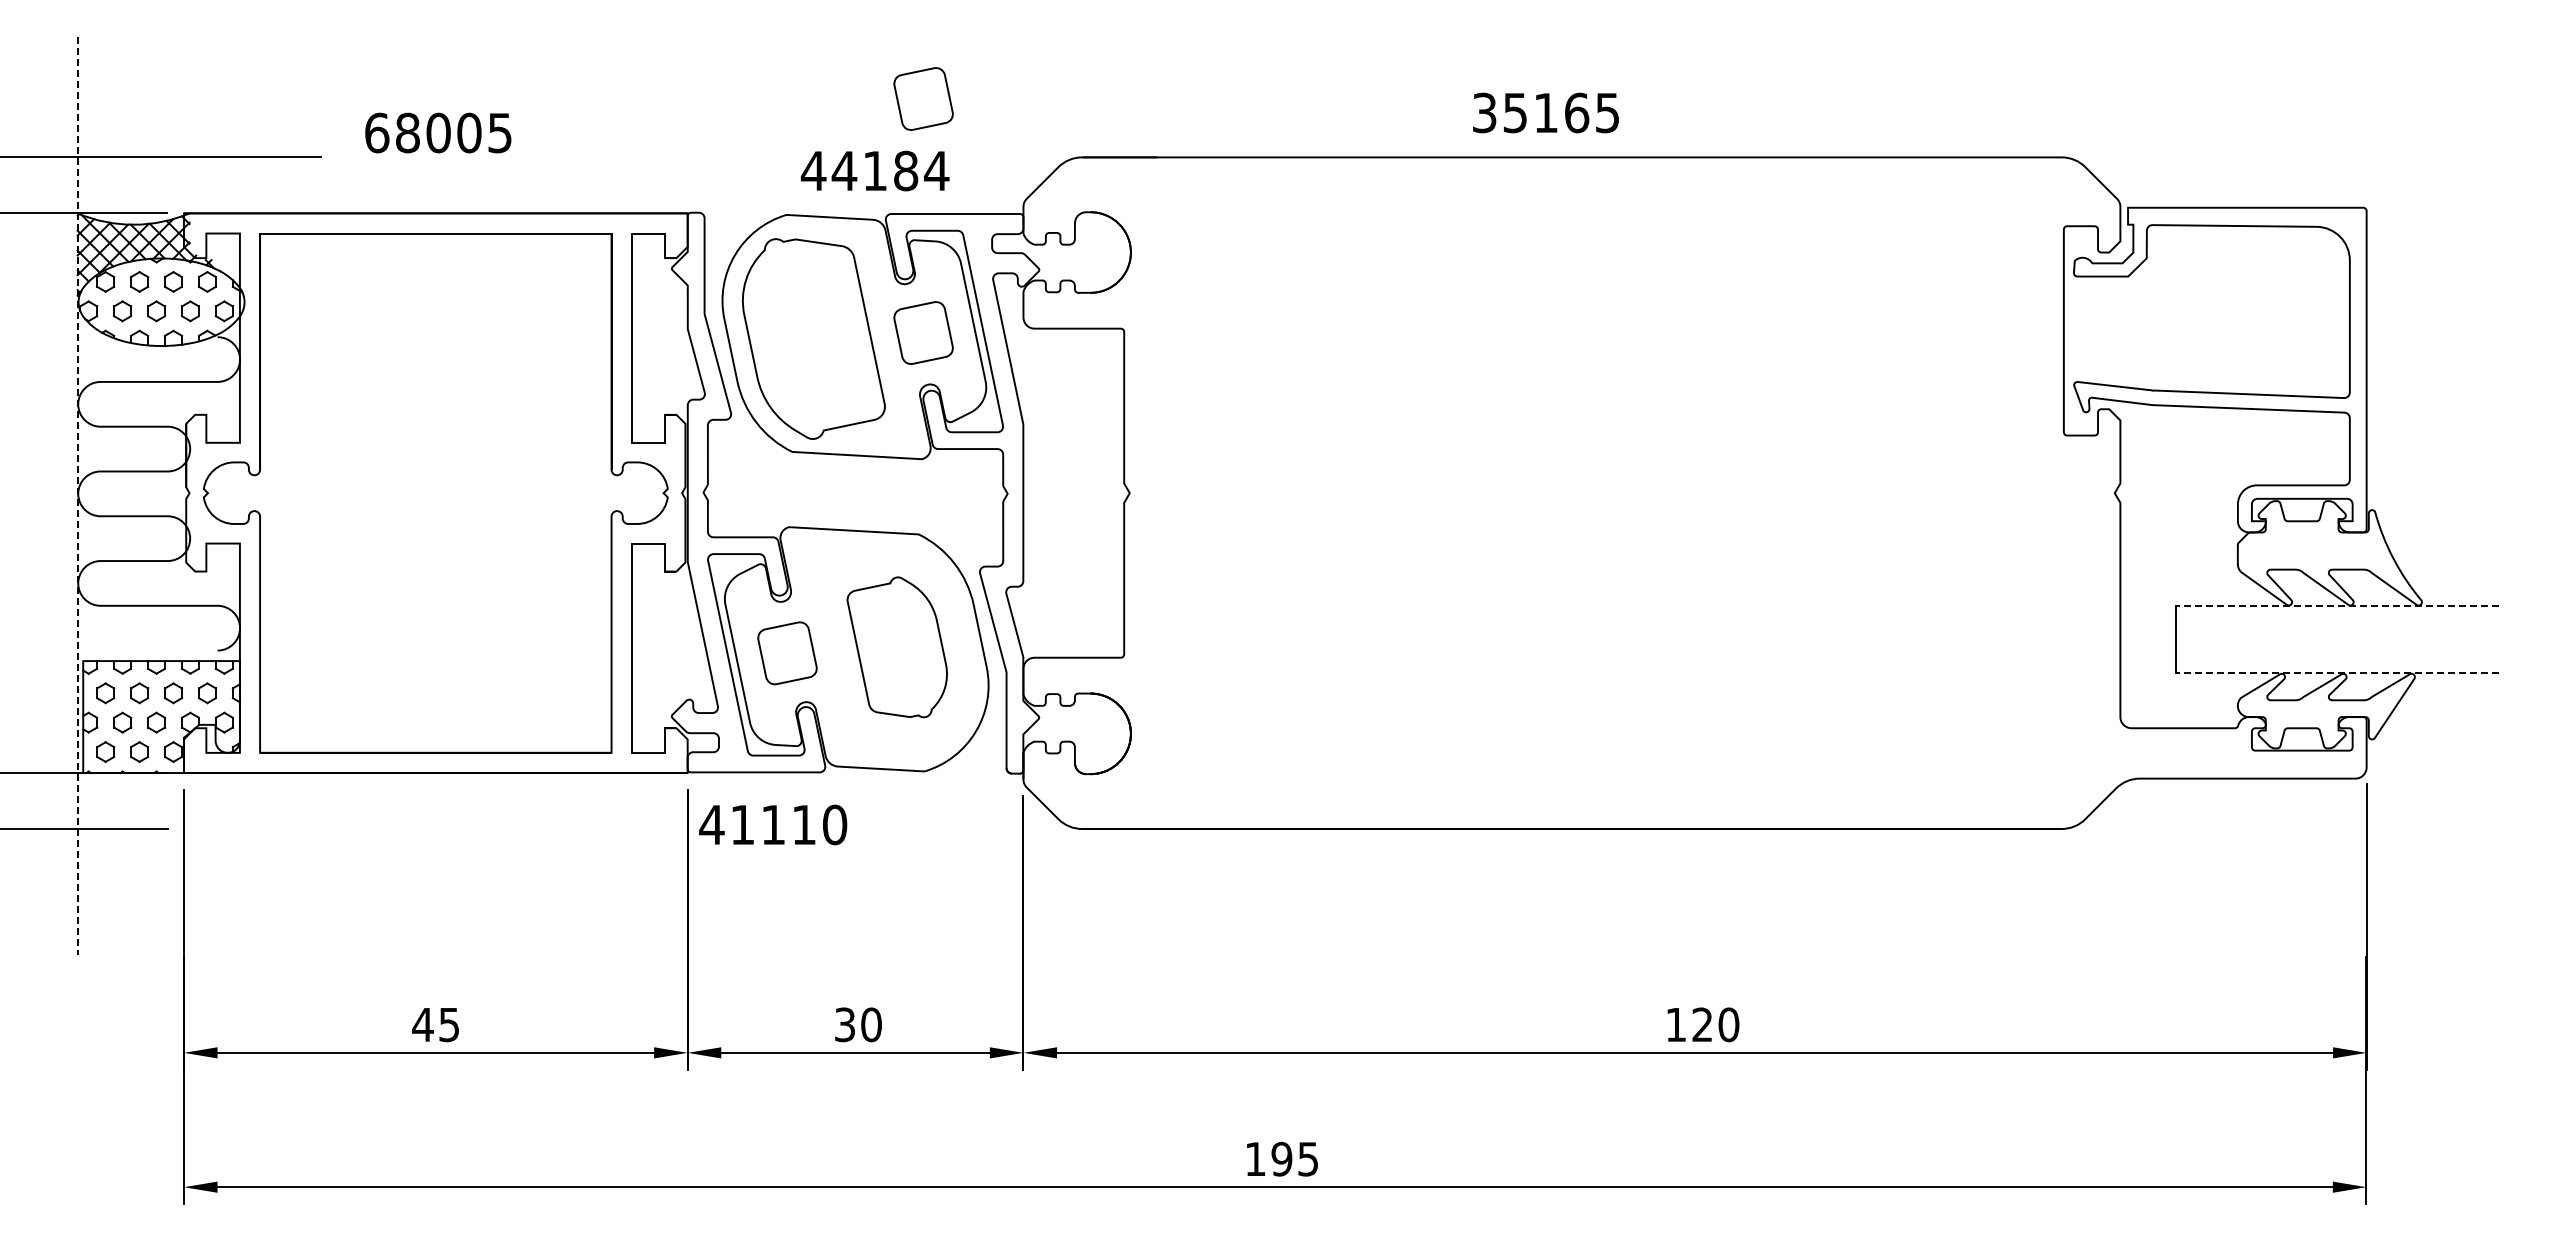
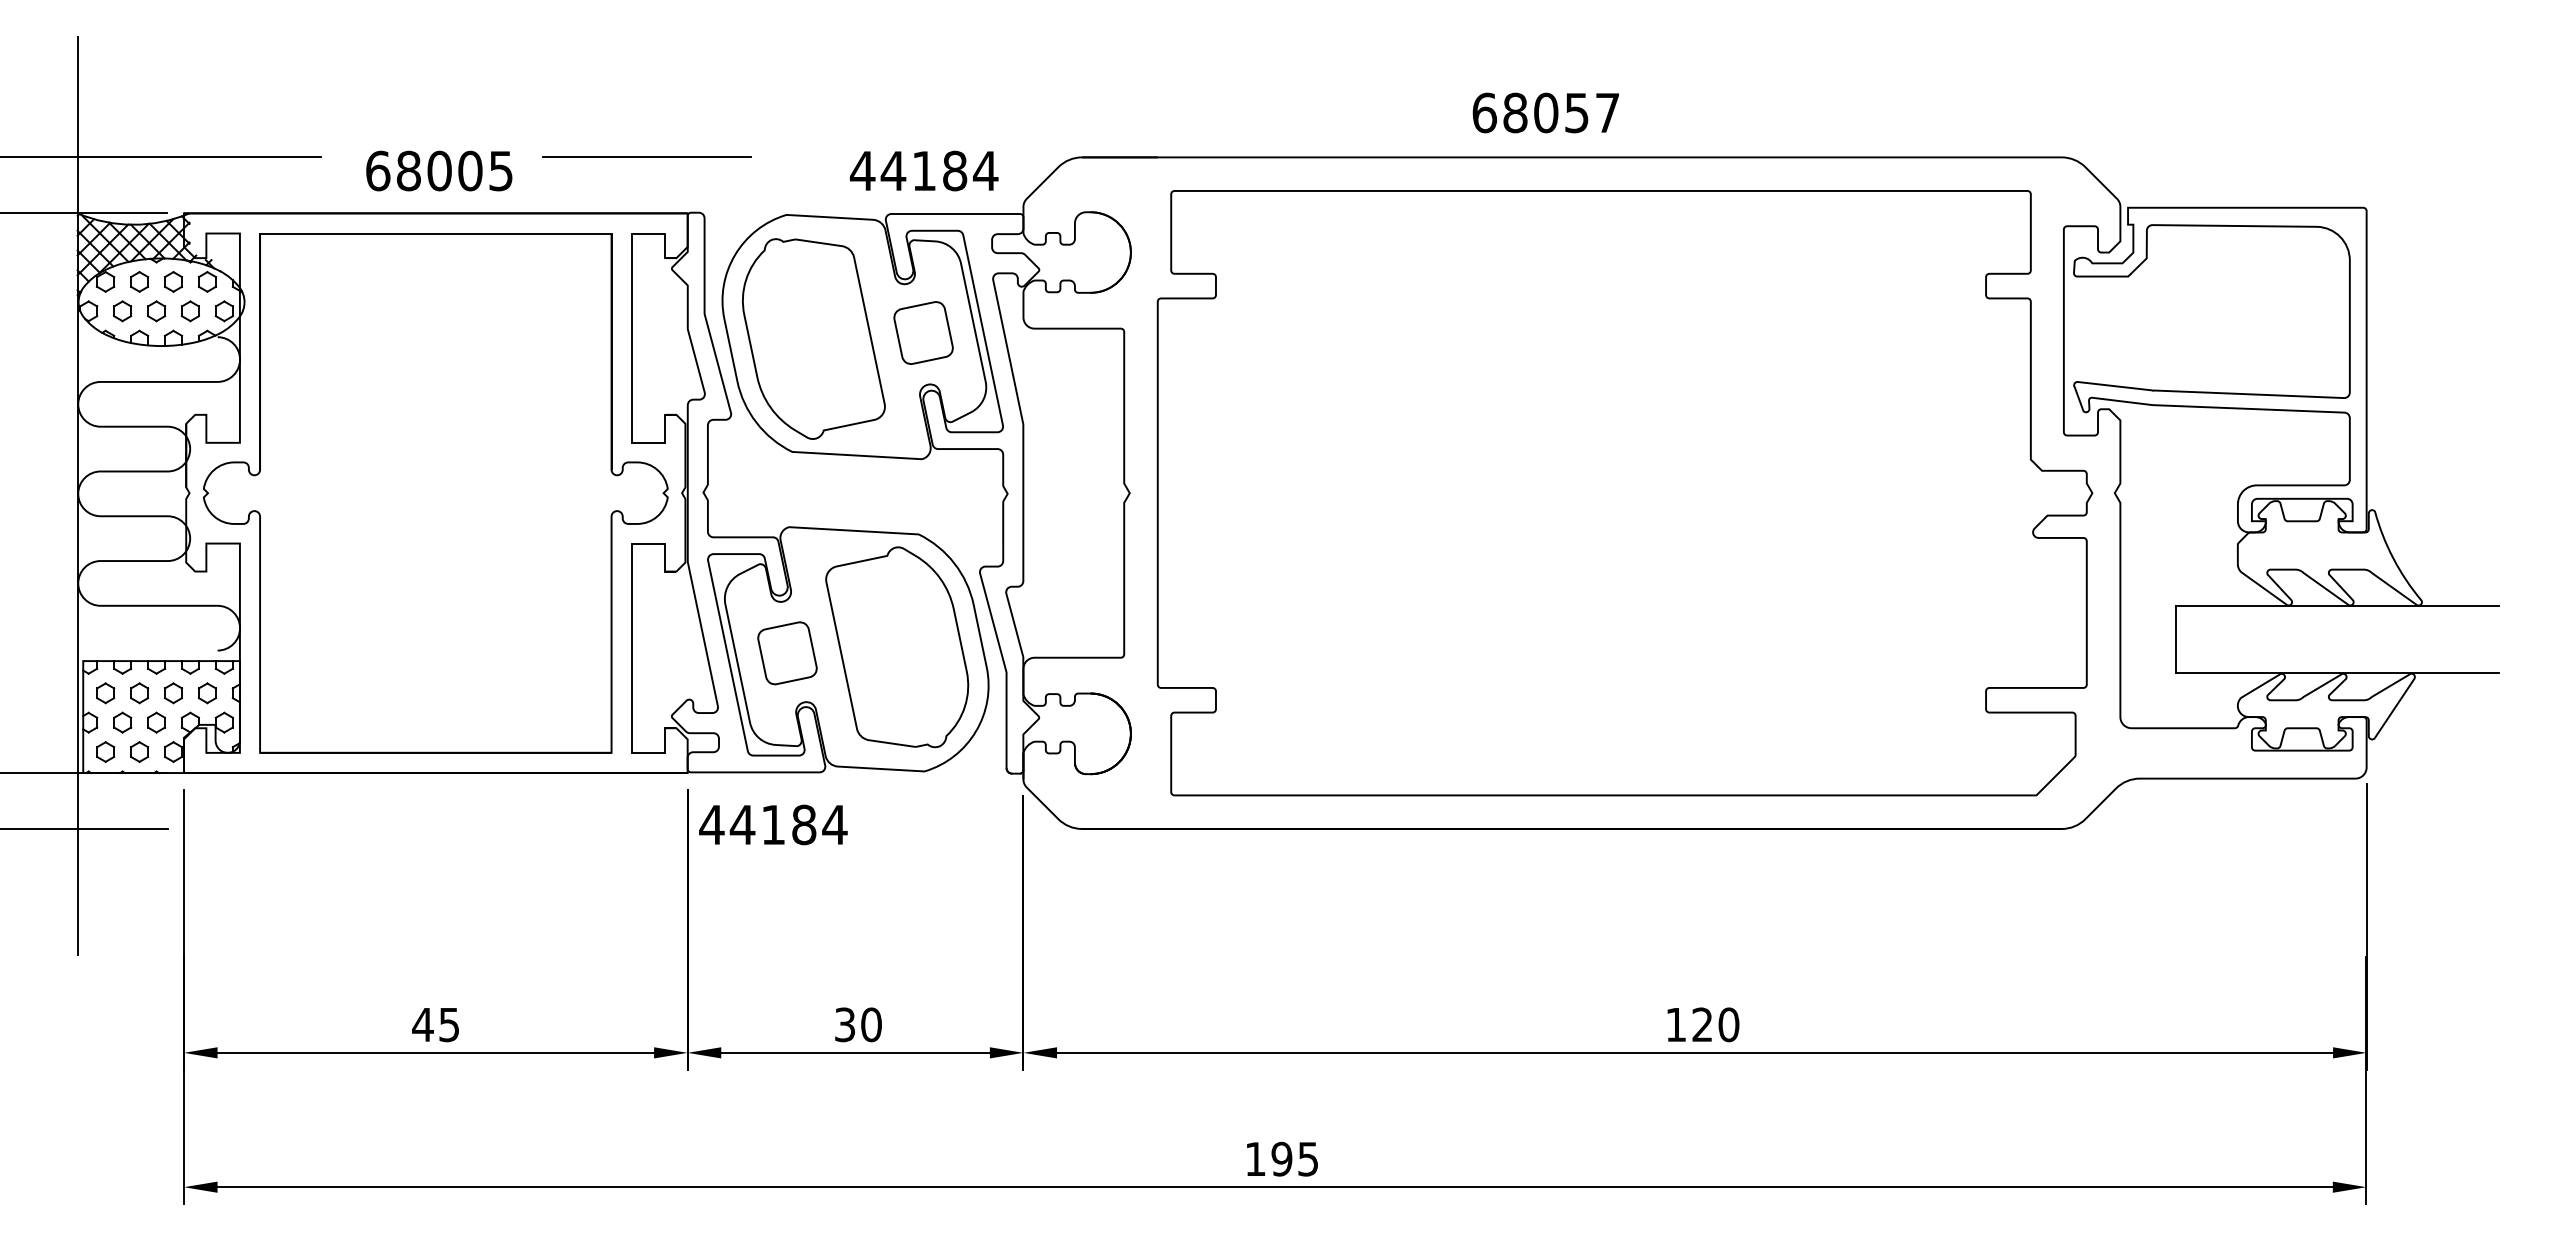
part at (923, 98): present -> none
text at (1545, 112): 35165 -> 68057
text at (438, 132) position: (438, 132) -> (439, 170)
line at (647, 157): none -> present
text at (875, 170) position: (875, 170) -> (924, 170)
part at (1624, 493): none -> present
line at (77, 496): dashed -> solid
line at (2337, 606): dashed -> solid
part at (896, 647) size: 102x143 px -> 145x203 px
line at (2337, 673): dashed -> solid
text at (788, 824): 41110 -> 44184
